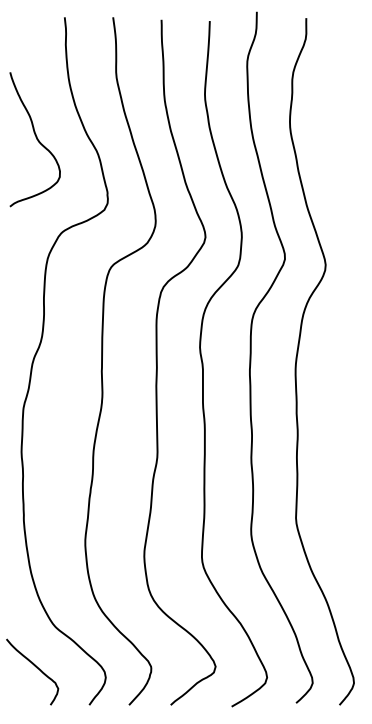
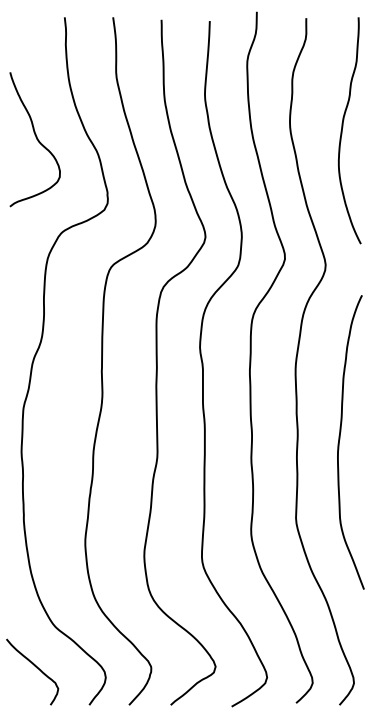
curve at (343, 127): none -> present
curve at (340, 439): none -> present
